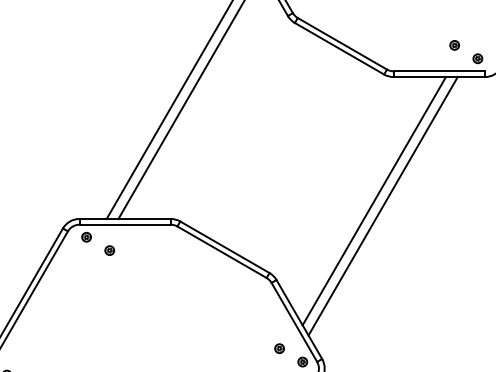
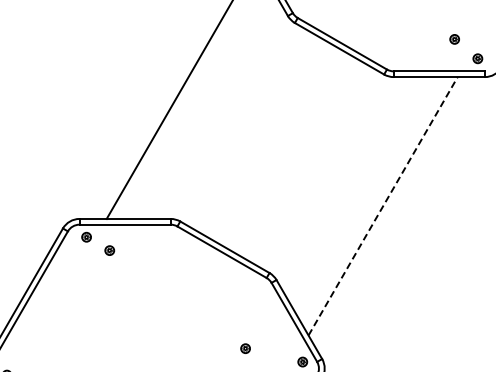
part at (454, 45) position: (454, 45) -> (454, 39)
line at (180, 110): present -> none
line at (373, 201): present -> none
line at (383, 205): solid -> dashed
part at (279, 348) position: (279, 348) -> (245, 348)
